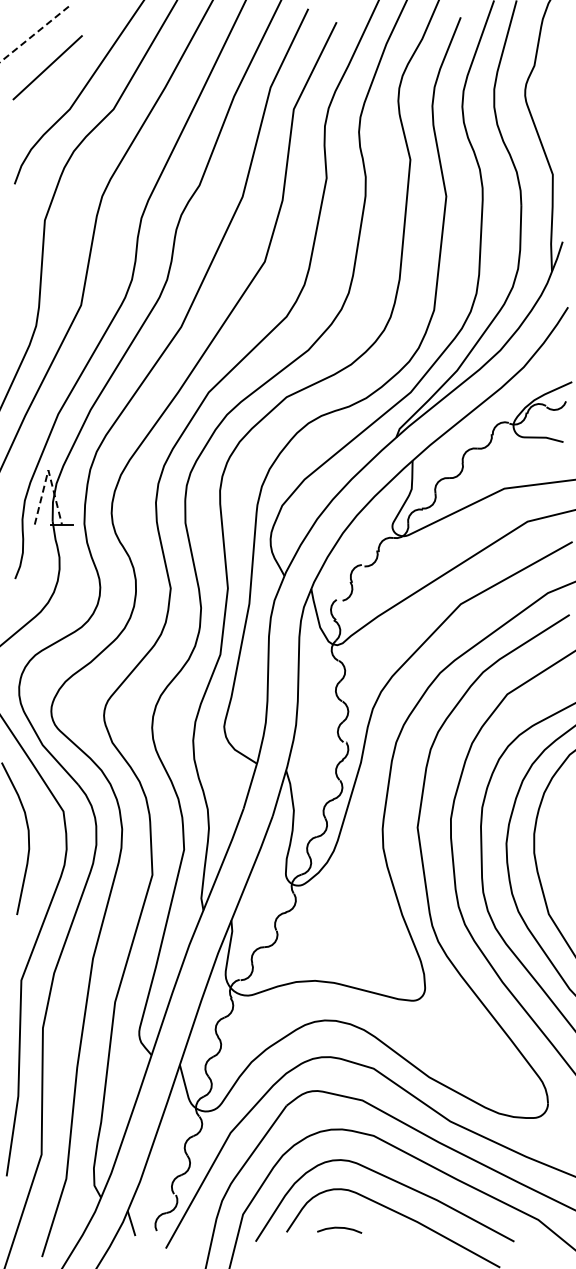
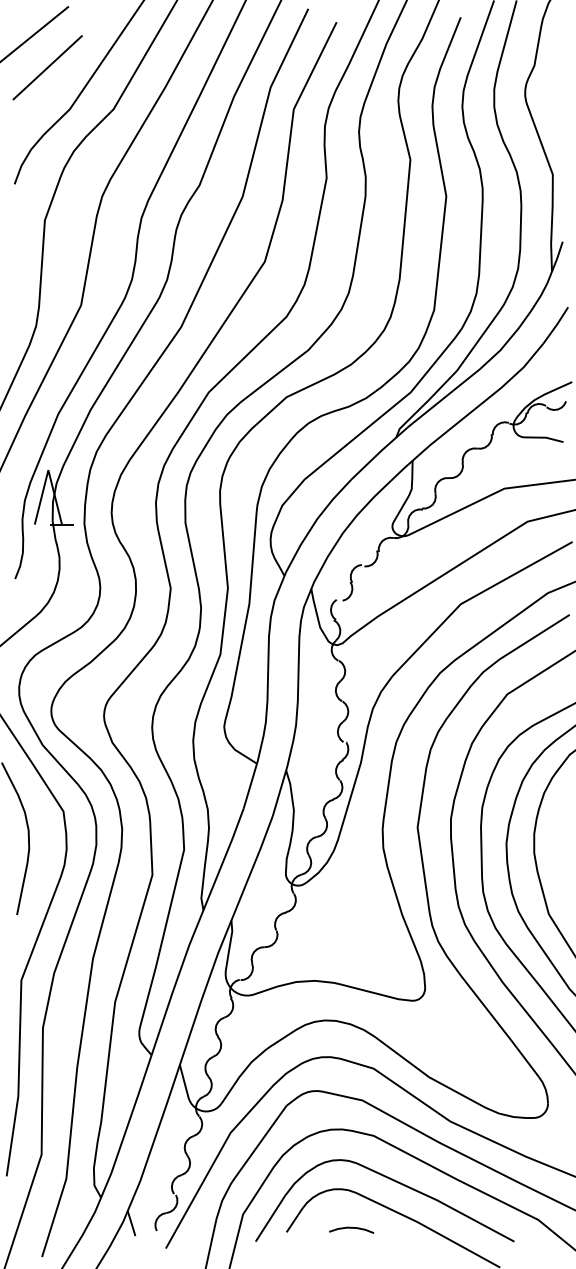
line at (34, 34): dashed -> solid
line at (48, 470): dashed -> solid
curve at (339, 1228) position: (339, 1228) -> (351, 1228)
